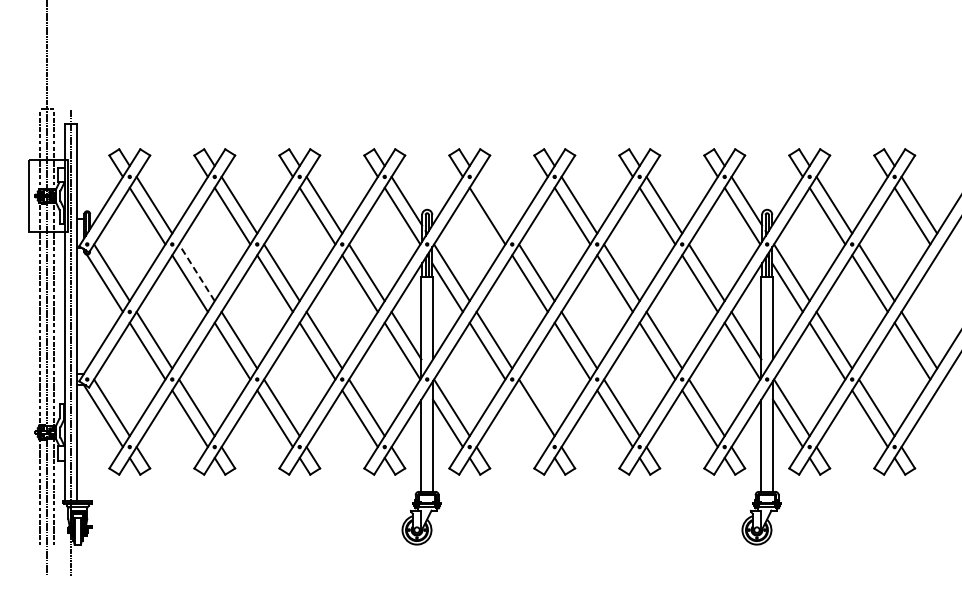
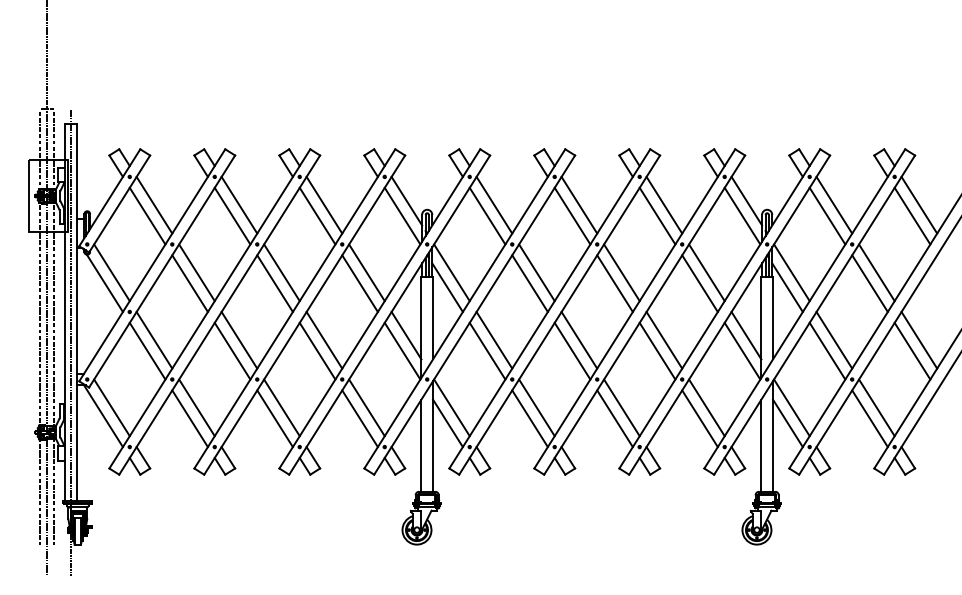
line at (494, 204): none -> present
line at (196, 272): dashed -> solid
line at (529, 418): none -> present
